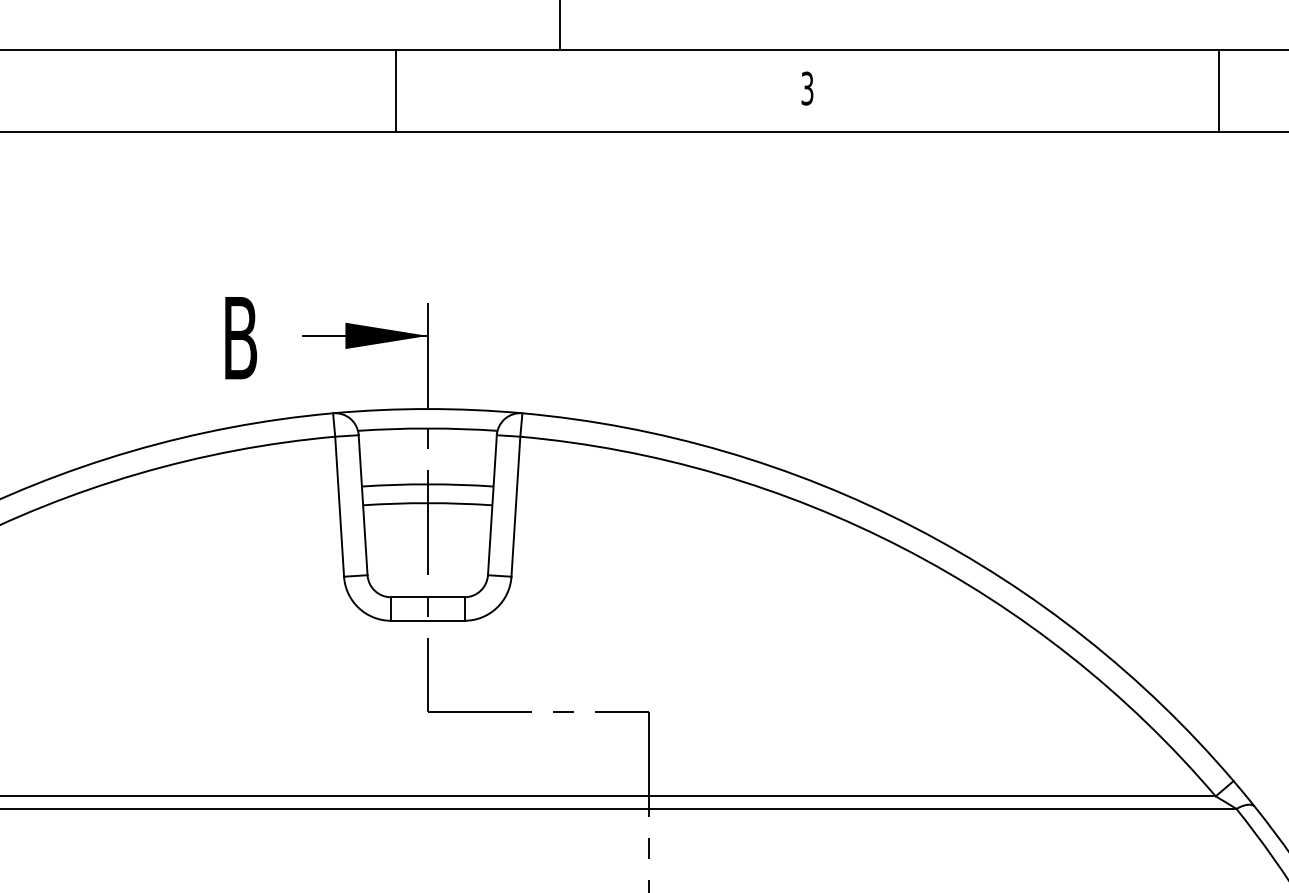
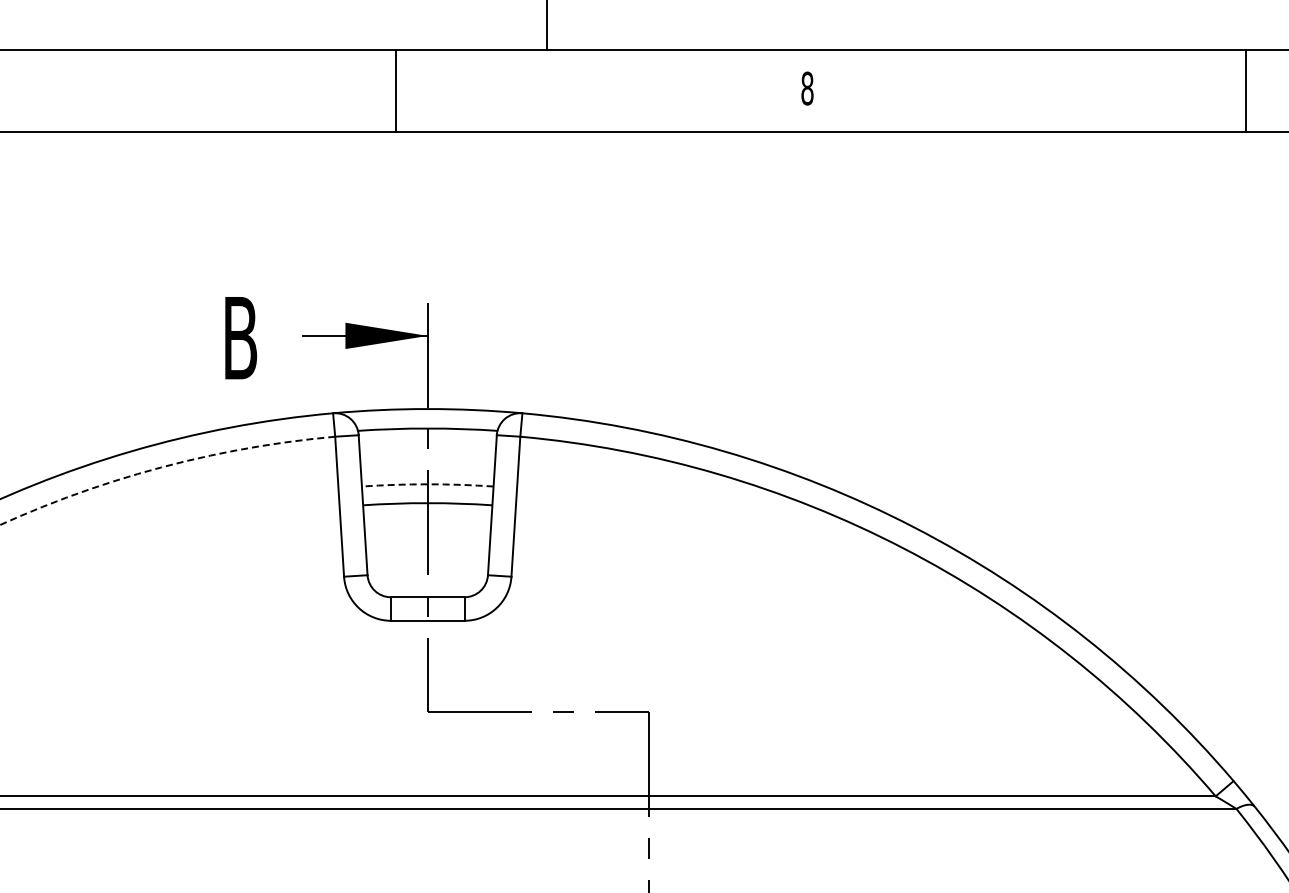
line at (560, 25) position: (560, 25) -> (547, 25)
text at (807, 88): 3 -> 8
line at (1219, 90) position: (1219, 90) -> (1246, 90)
arc at (164, 466): solid -> dashed
arc at (427, 484): solid -> dashed
